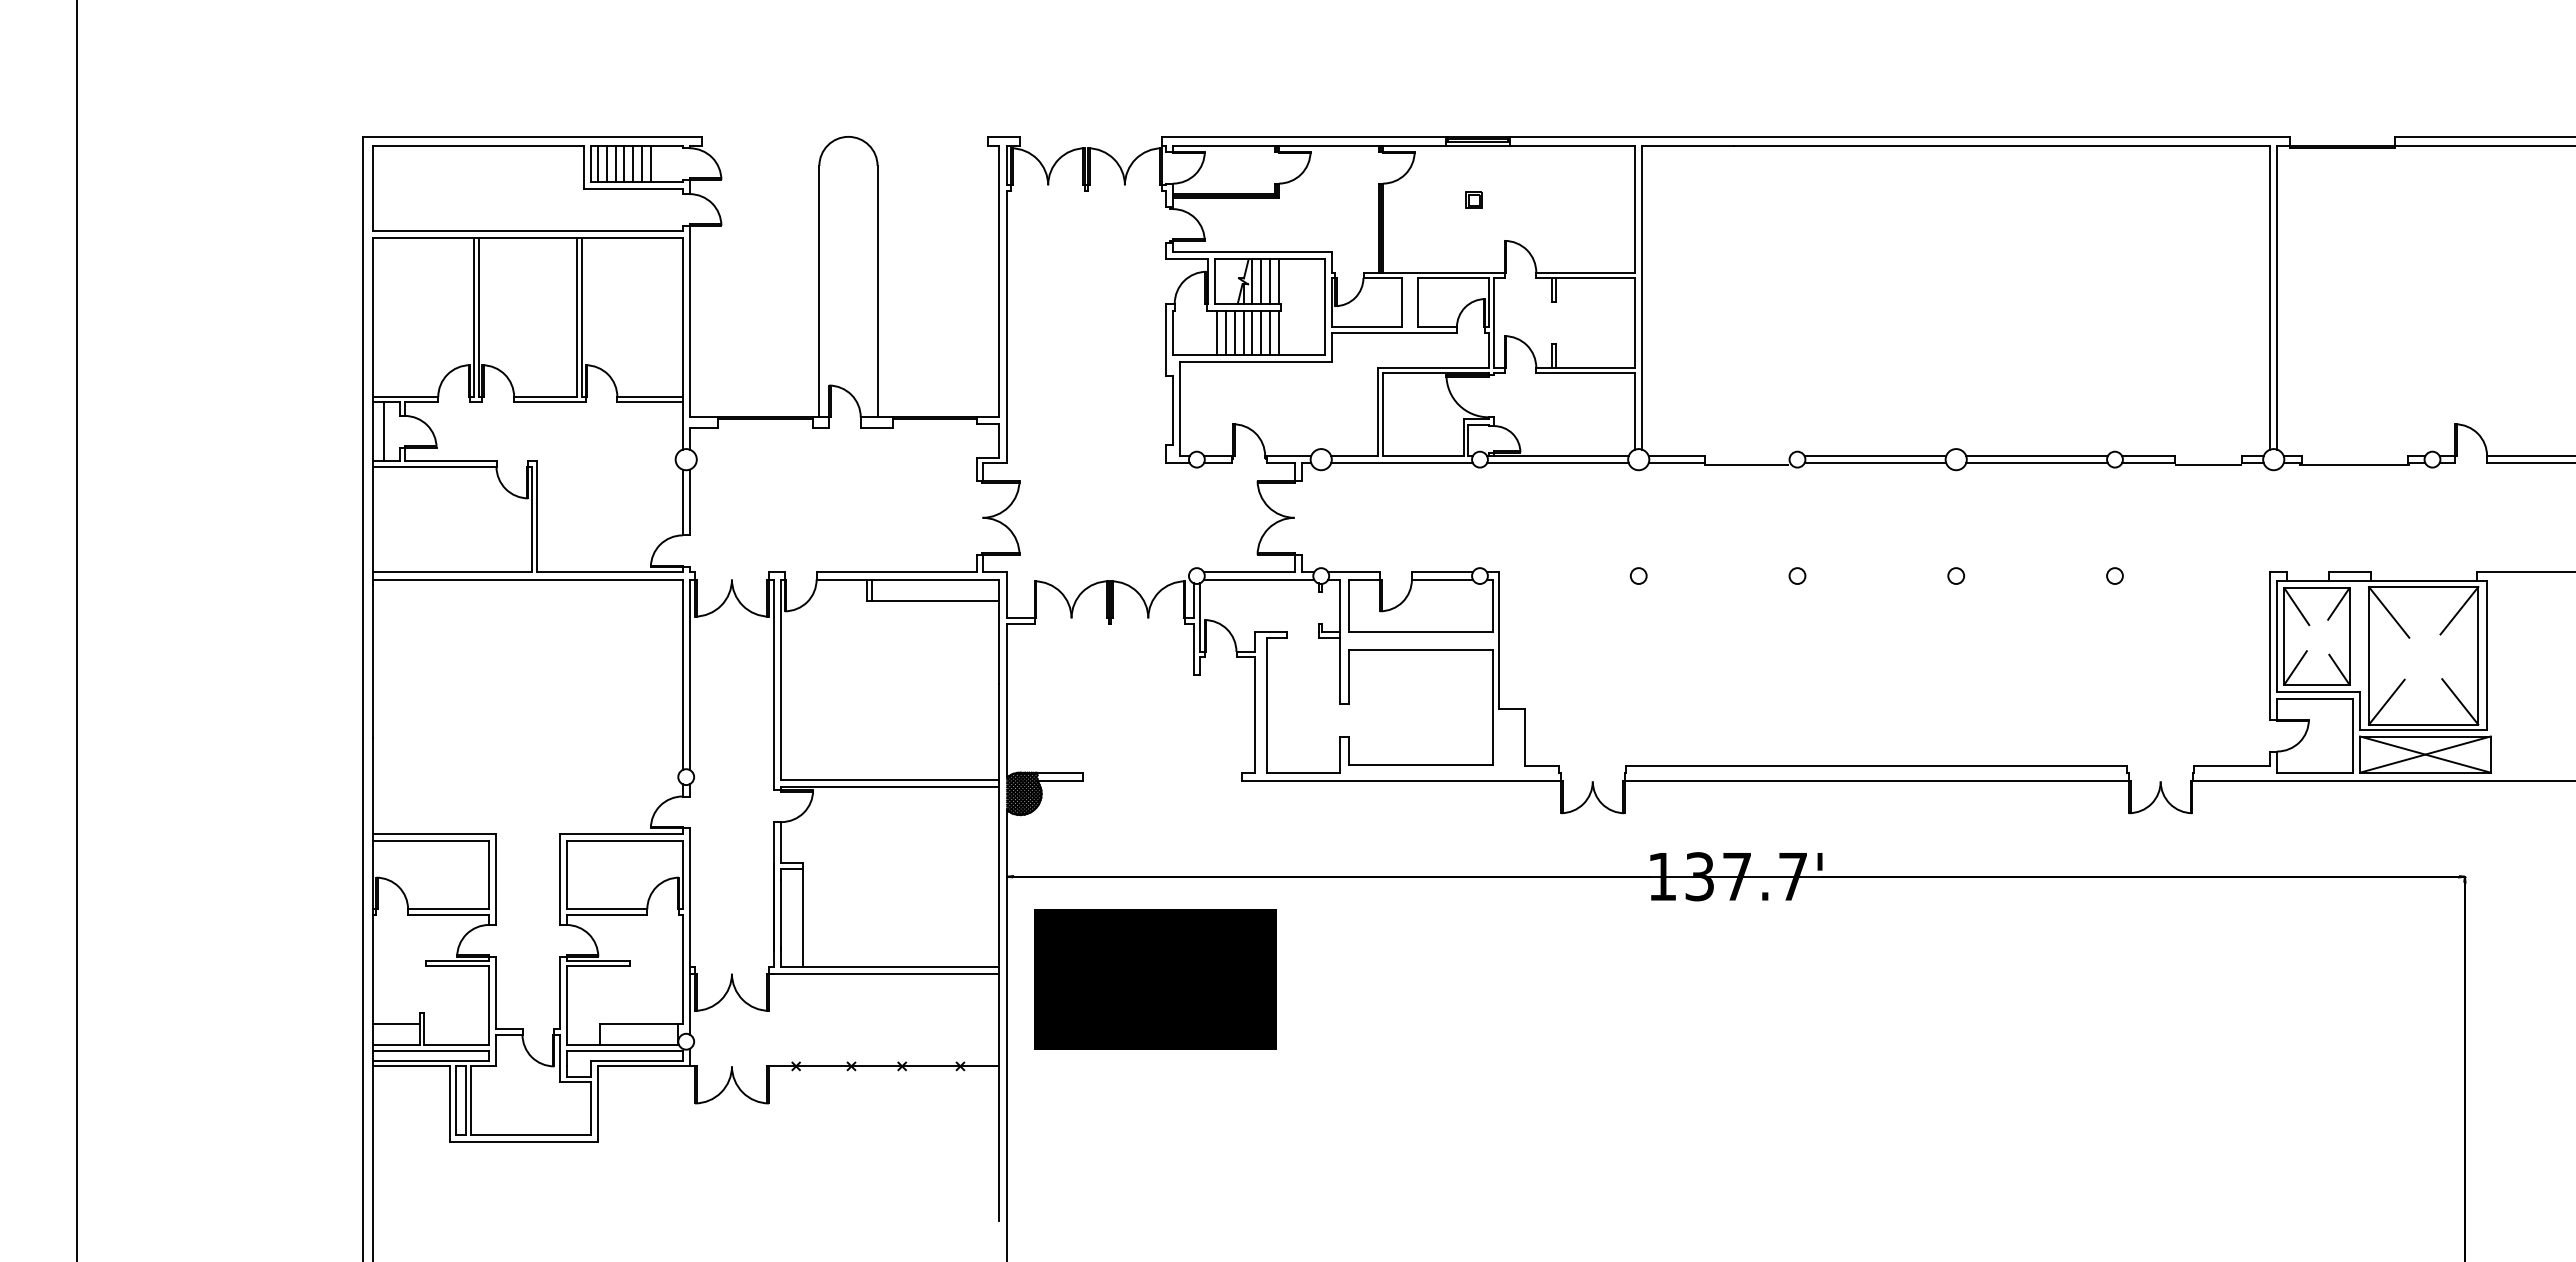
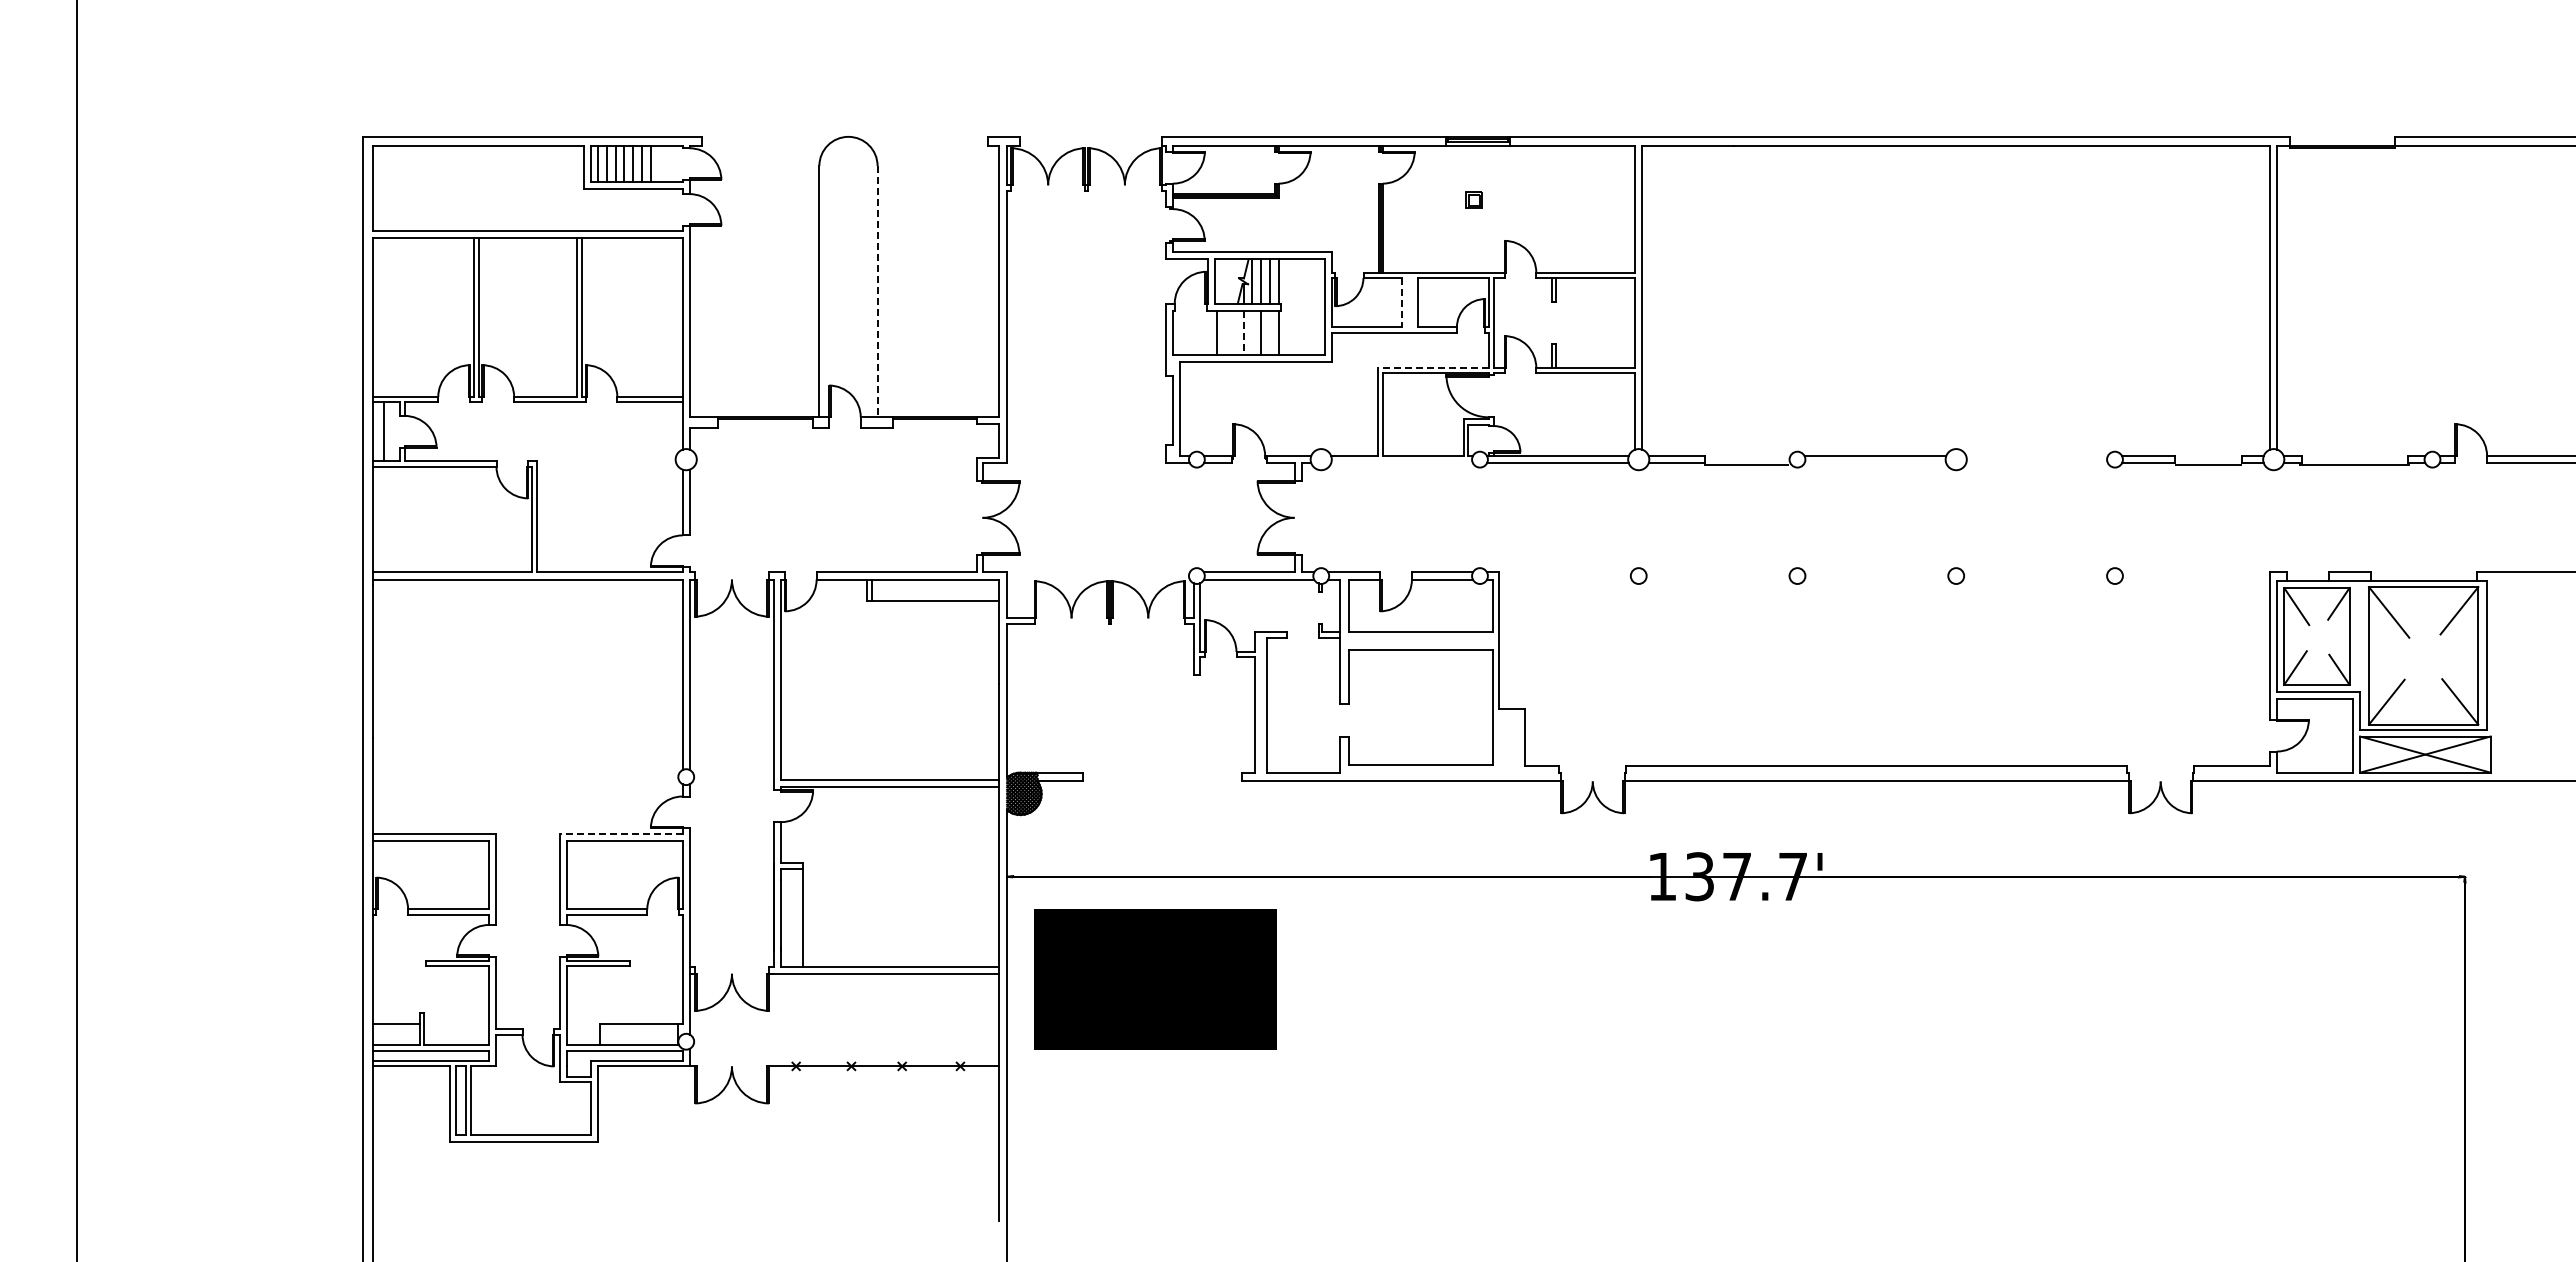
line at (877, 291): solid -> dashed
line at (1402, 302): solid -> dashed
line at (1225, 332): present -> none
line at (1234, 332): present -> none
line at (1252, 332): present -> none
line at (1270, 332): present -> none
line at (1243, 333): solid -> dashed
line at (1433, 367): solid -> dashed
line at (2036, 456): present -> none
line at (1401, 463): present -> none
line at (1875, 463): present -> none
line at (2036, 463): present -> none
line at (621, 833): solid -> dashed
